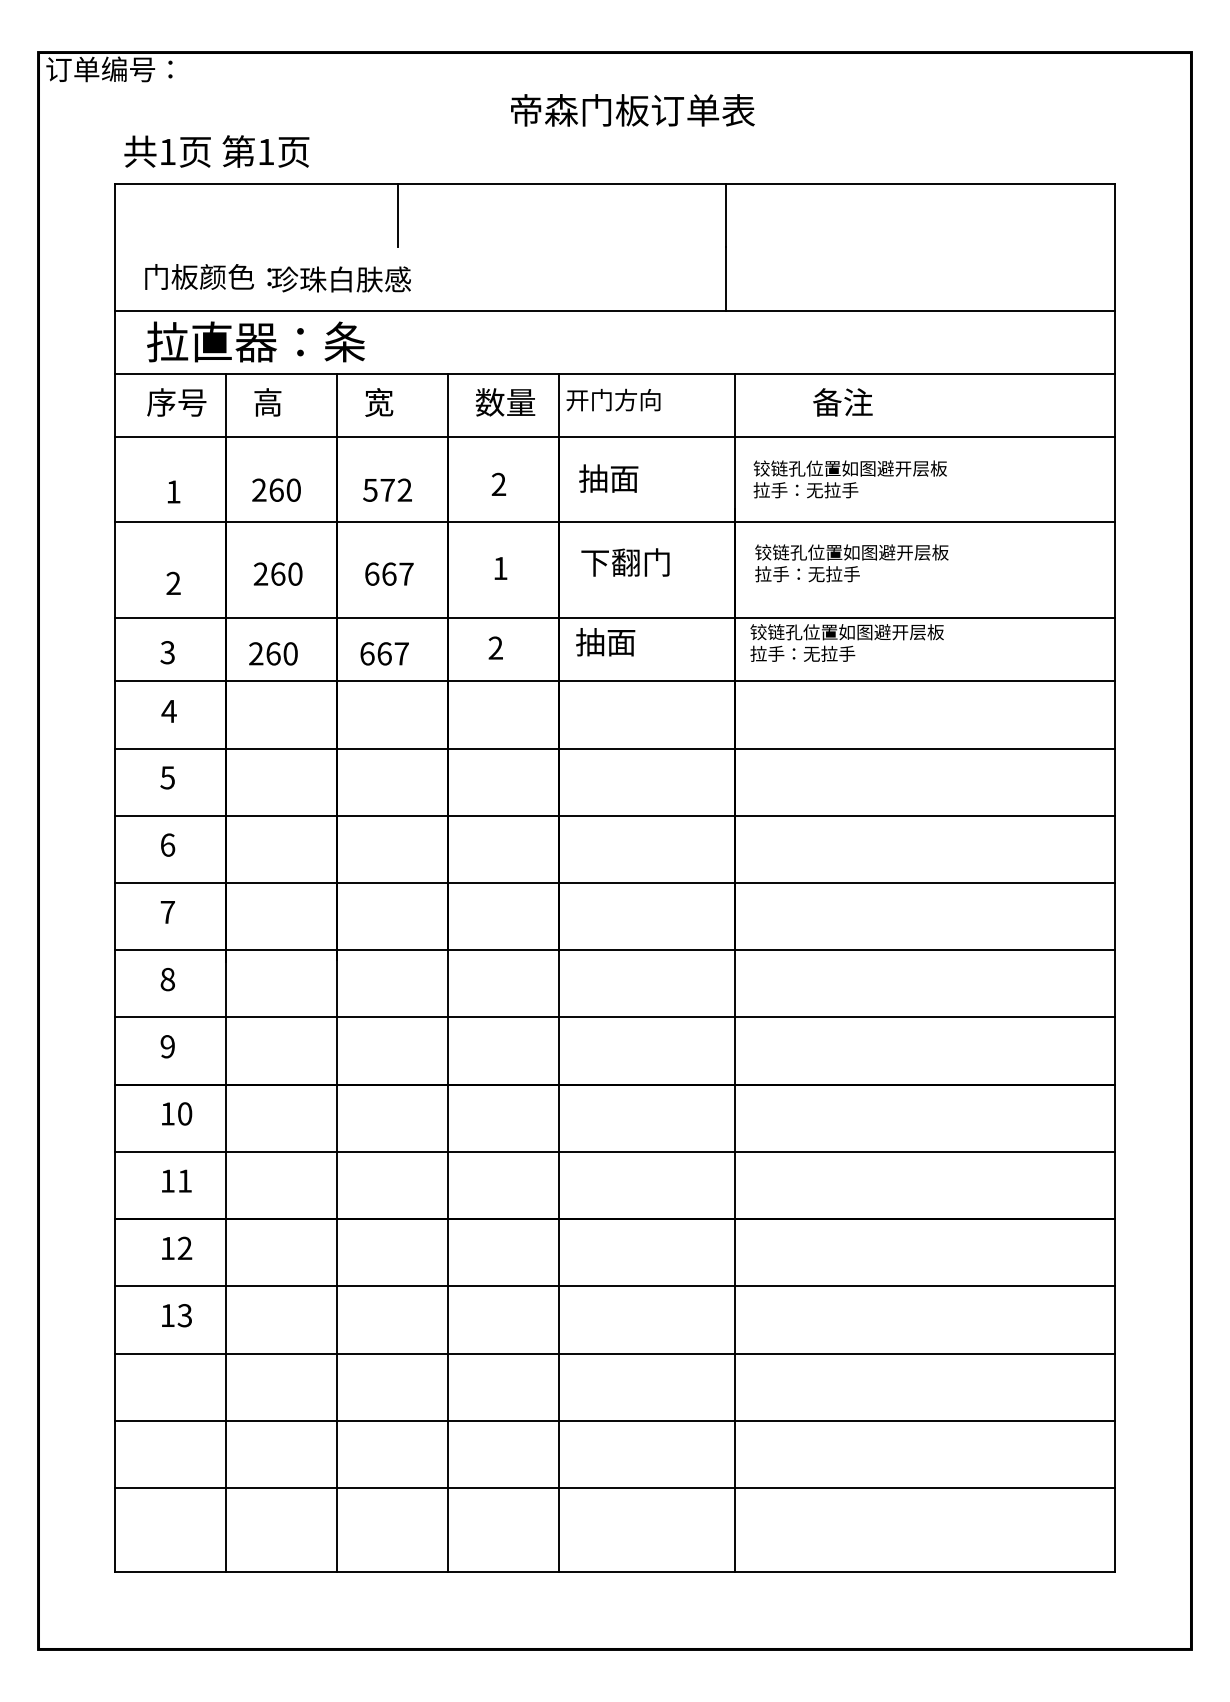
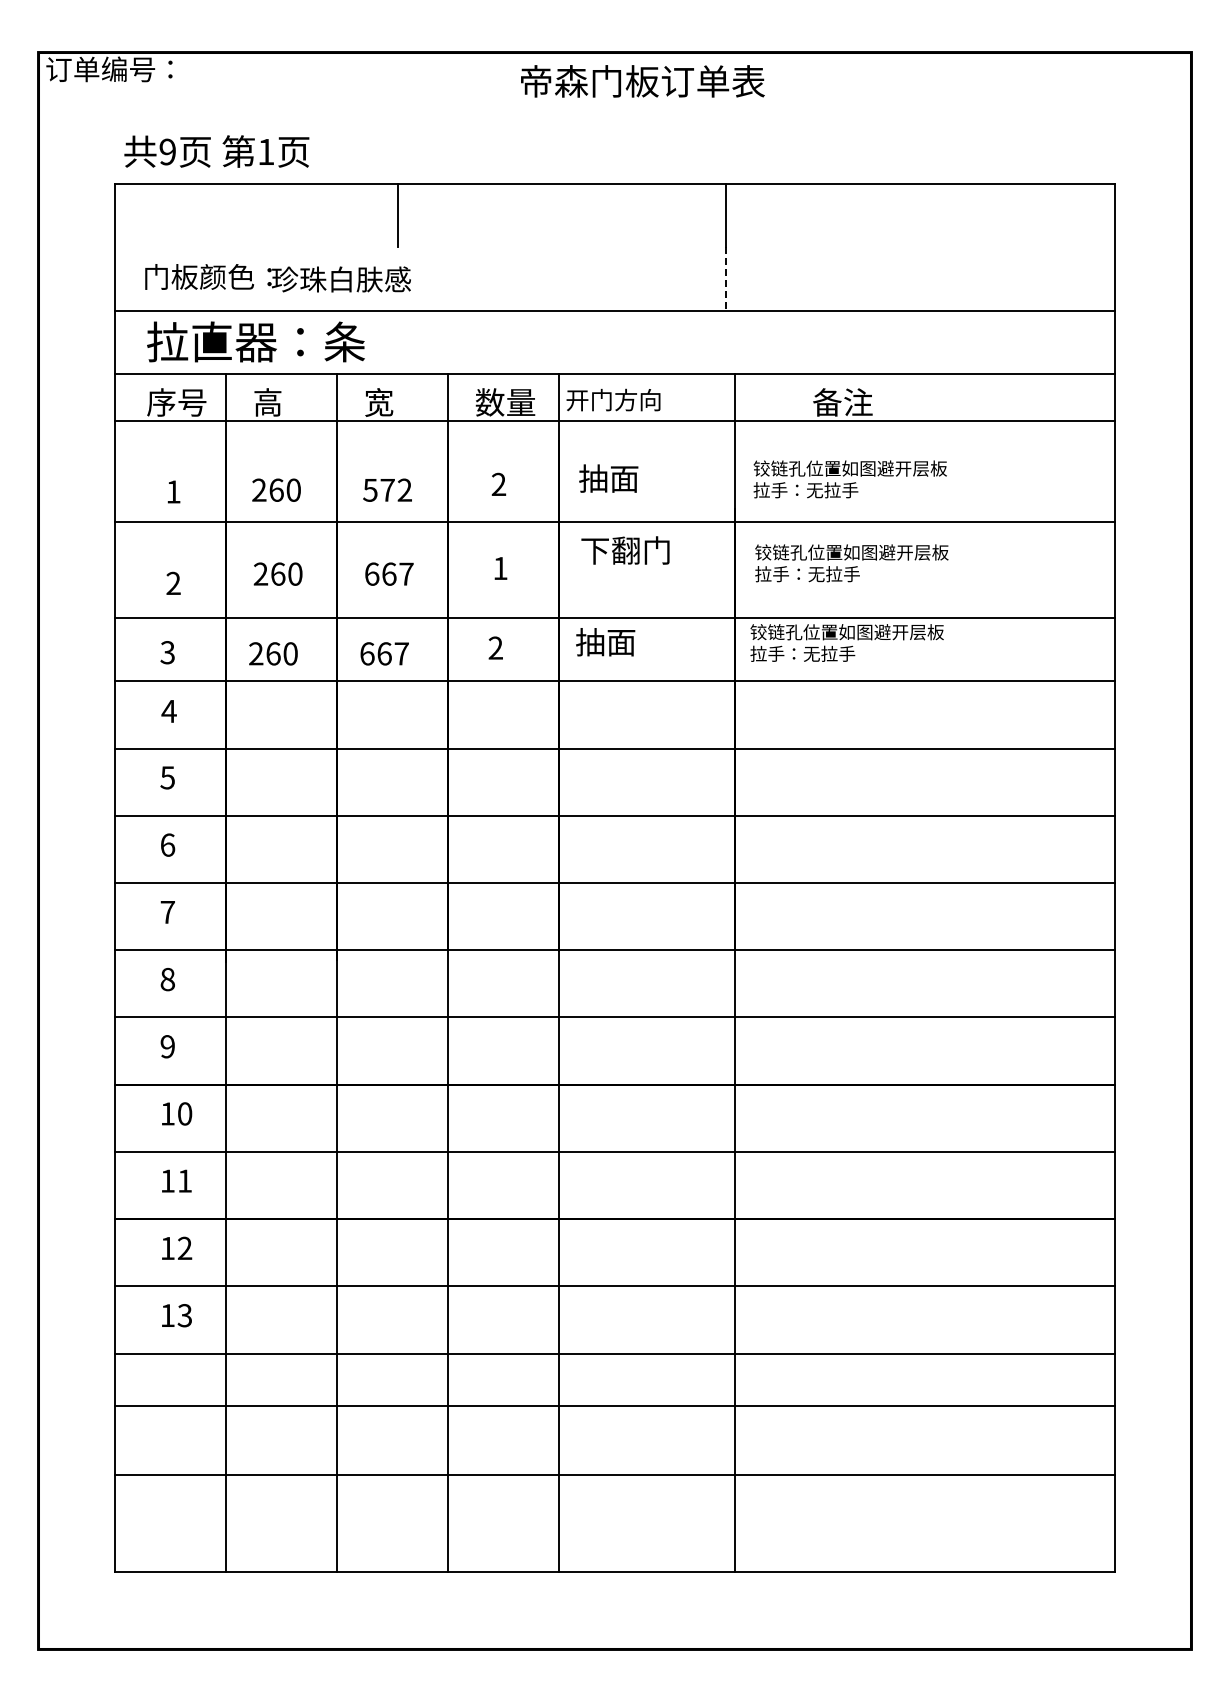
text at (632, 110) position: (632, 110) -> (642, 81)
text at (167, 151): 1 -> 9
line at (725, 279): solid -> dashed
line at (614, 437) position: (614, 437) -> (614, 421)
text at (625, 562) position: (625, 562) -> (625, 550)
line at (614, 1420) position: (614, 1420) -> (614, 1405)
line at (614, 1488) position: (614, 1488) -> (614, 1475)
